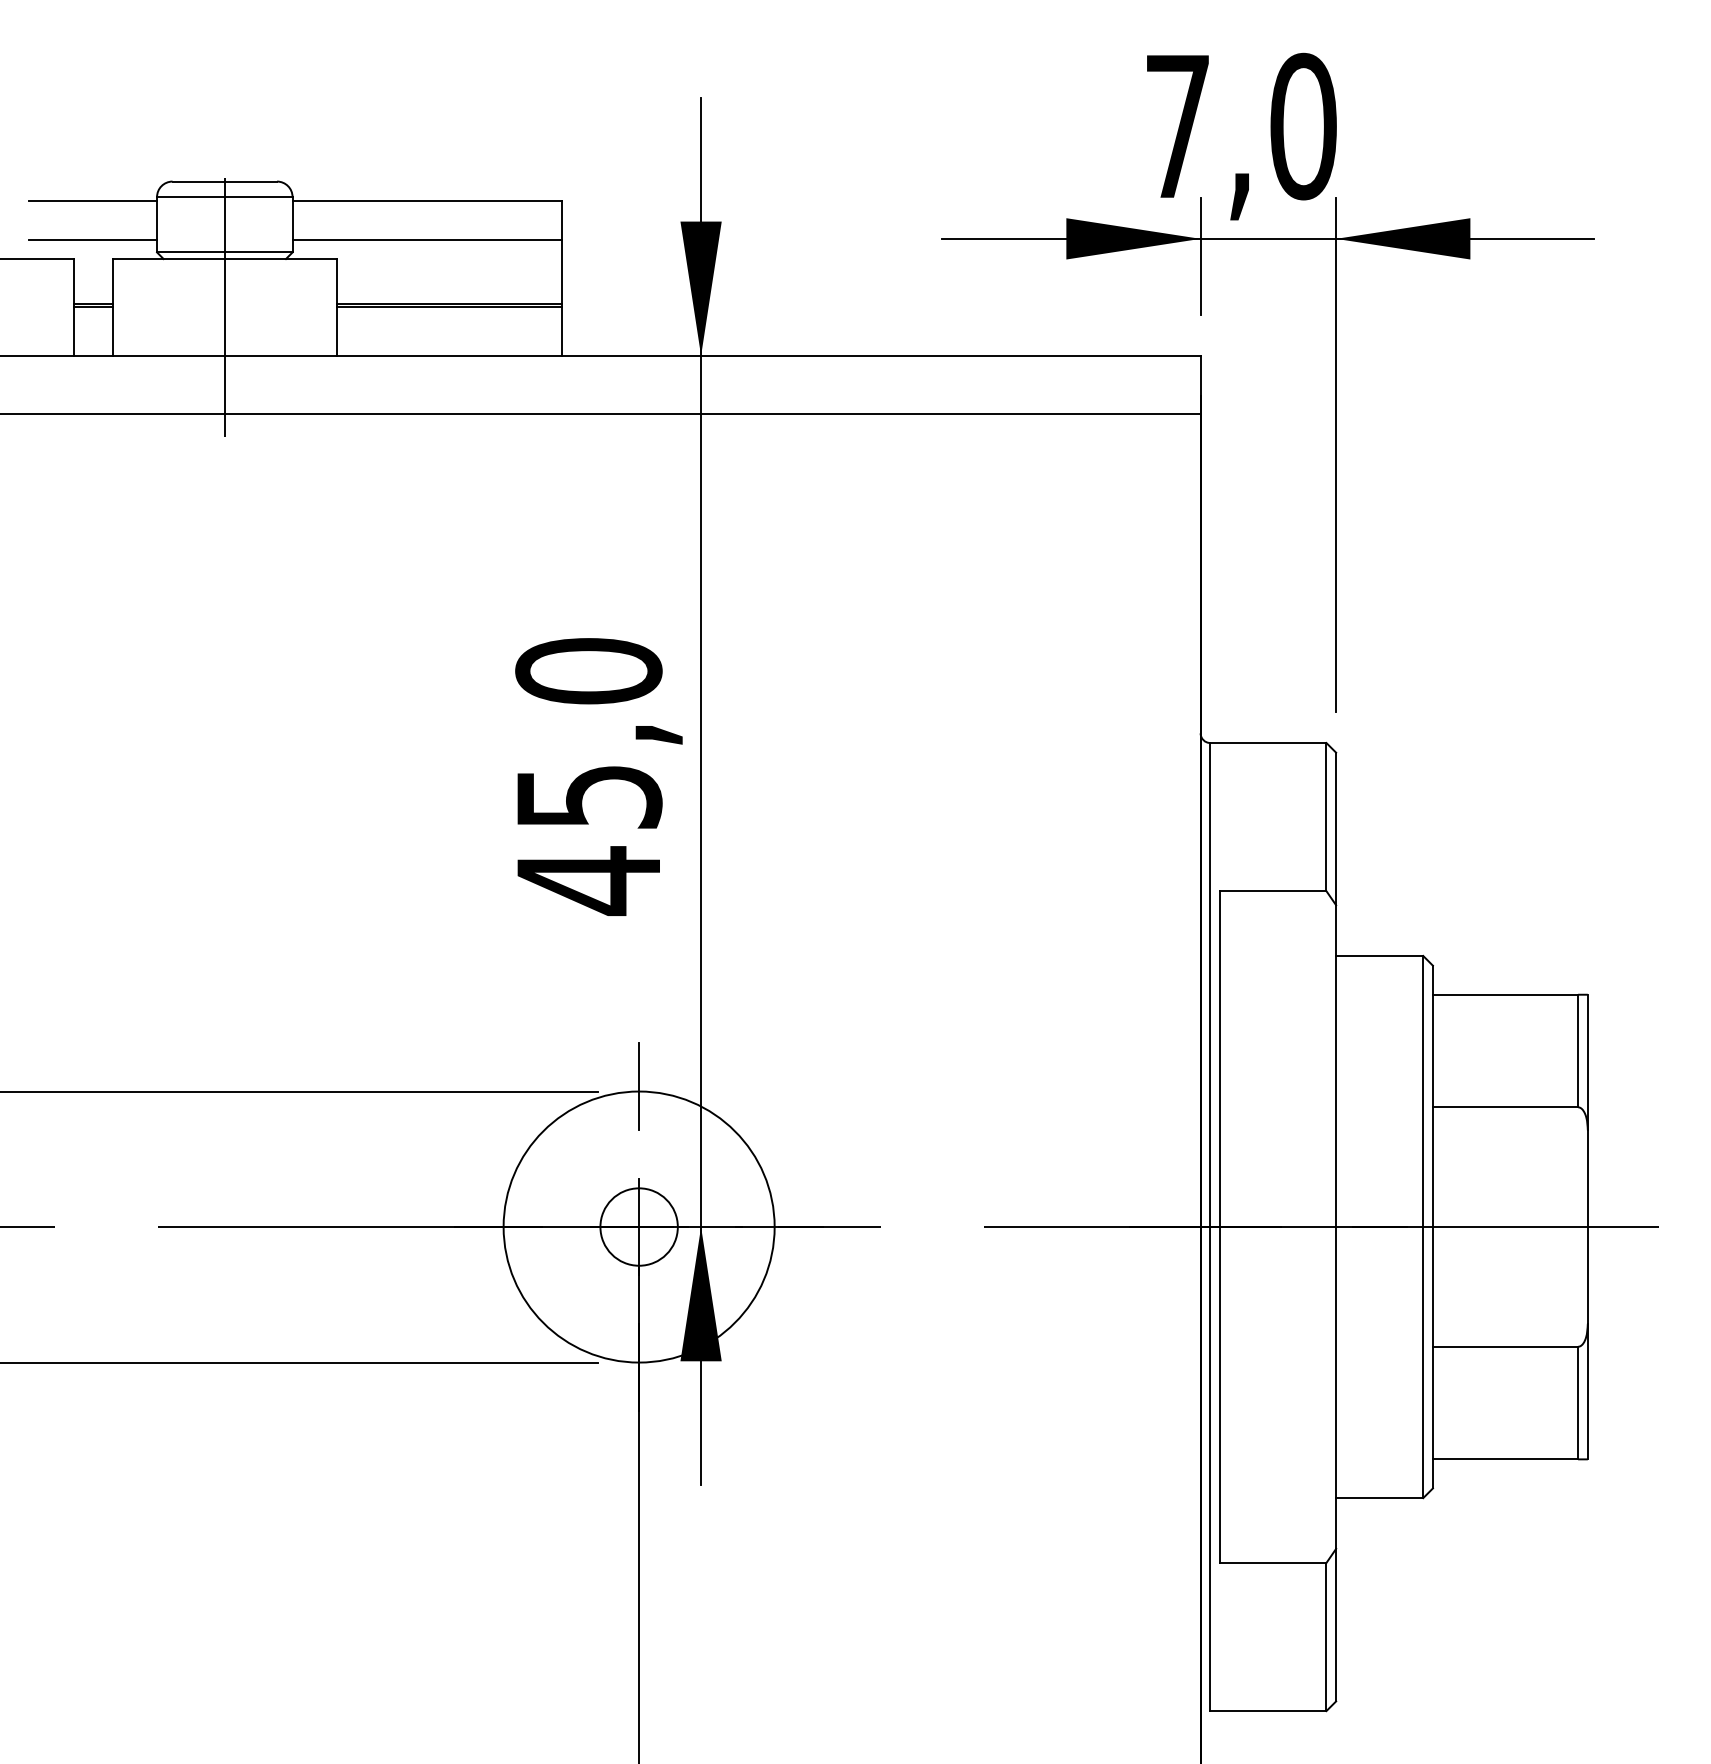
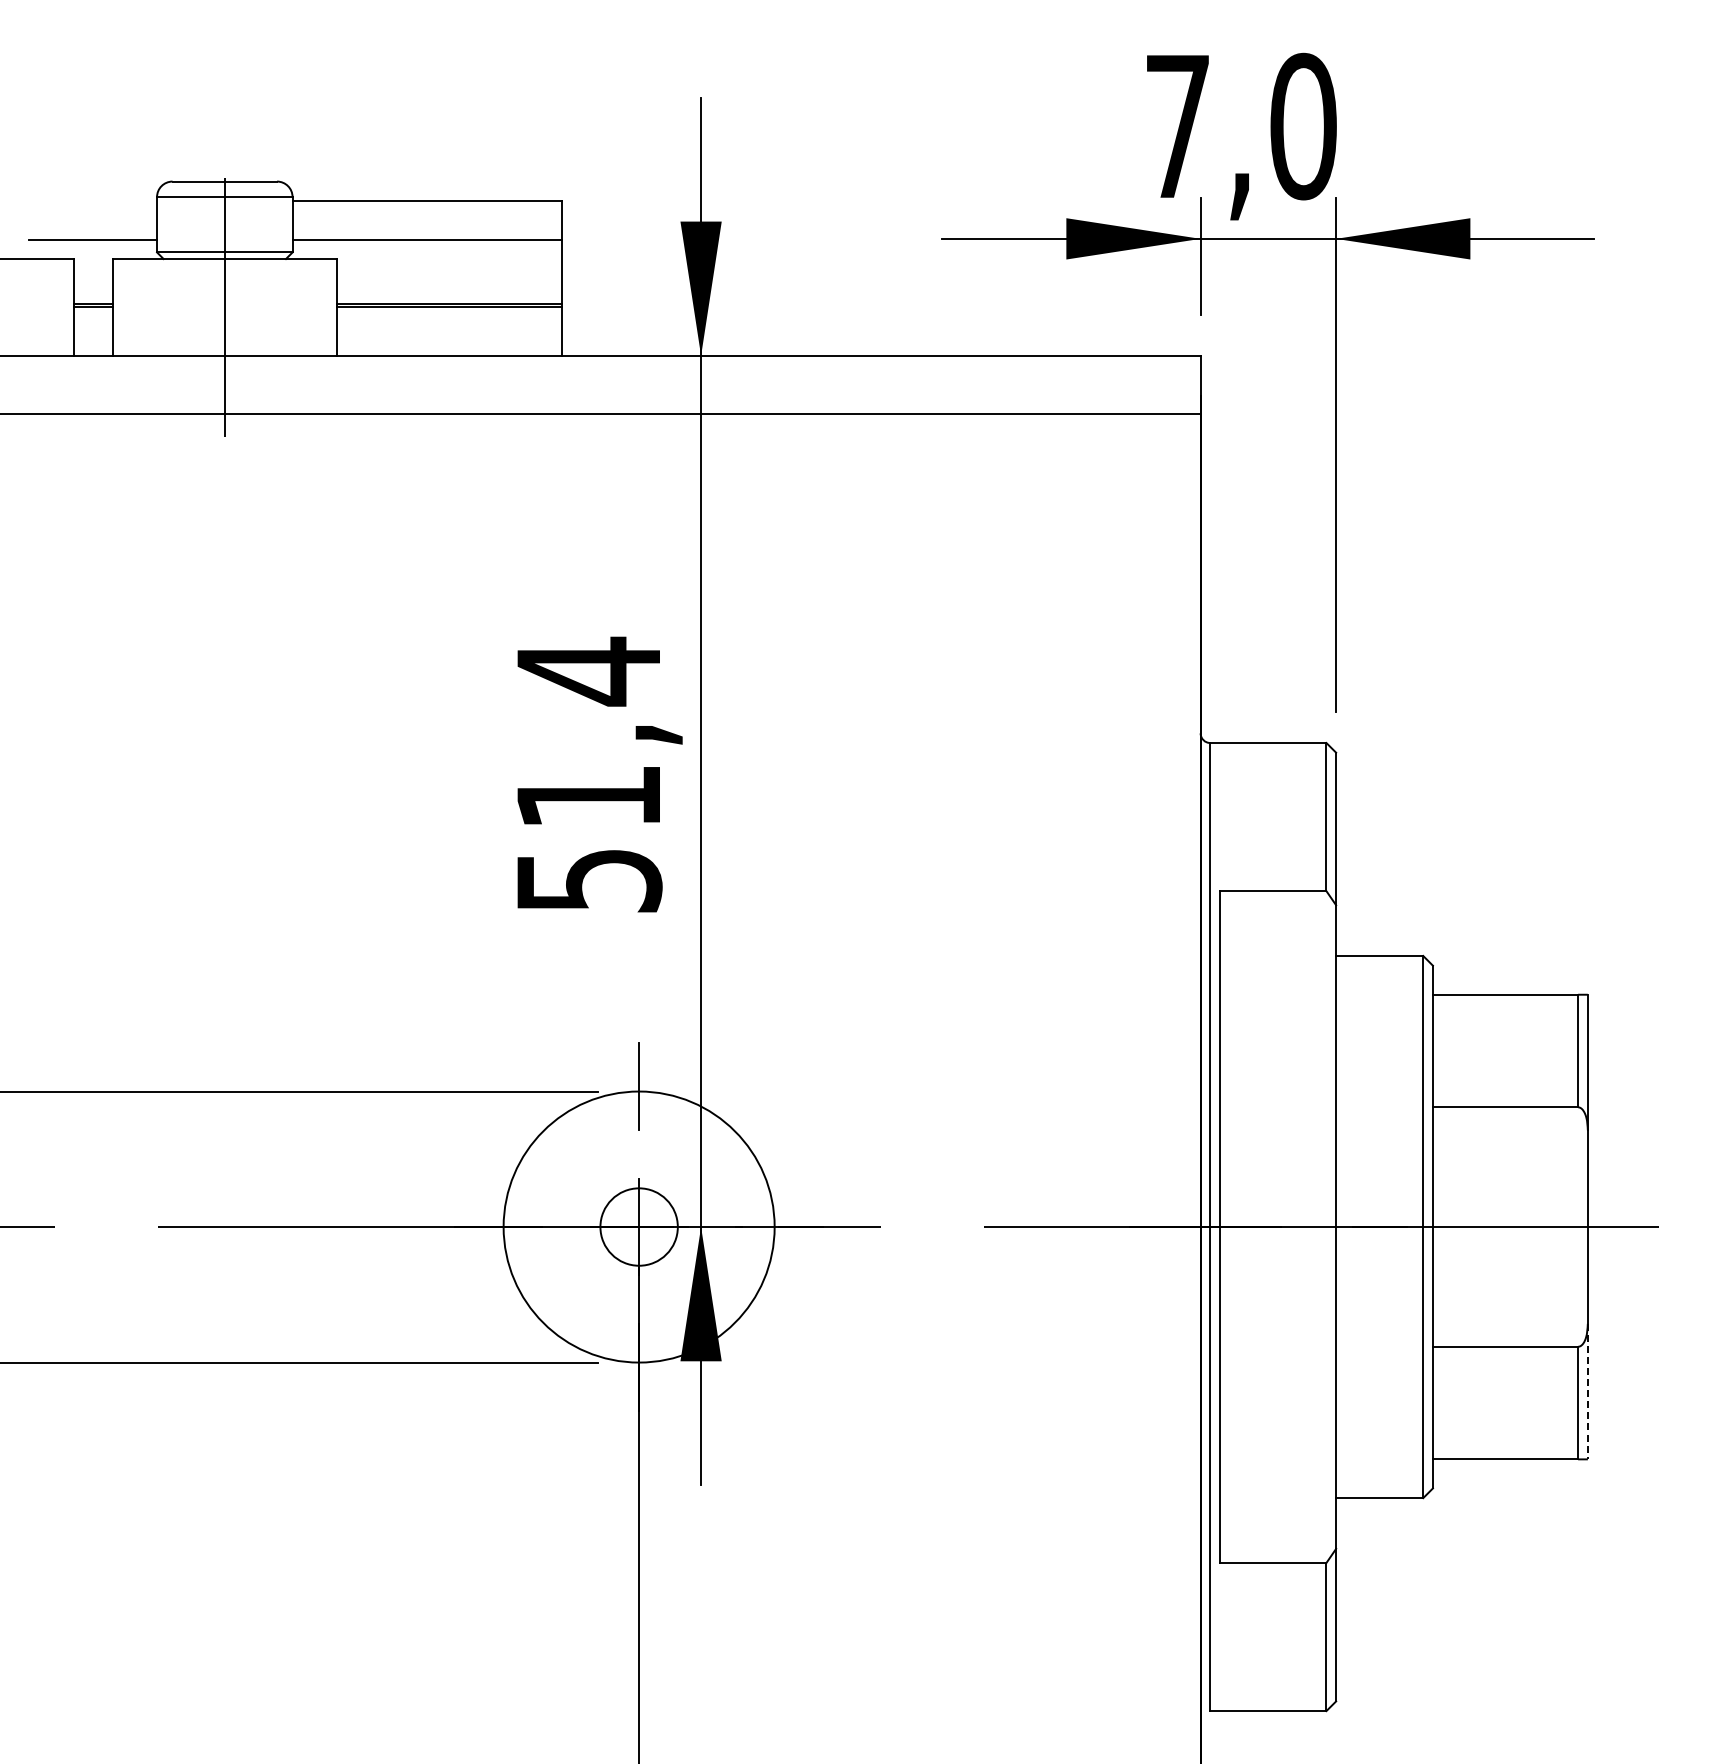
line at (93, 200): present -> none
text at (588, 775): 45,0 -> 51,4
line at (1587, 1391): solid -> dashed
